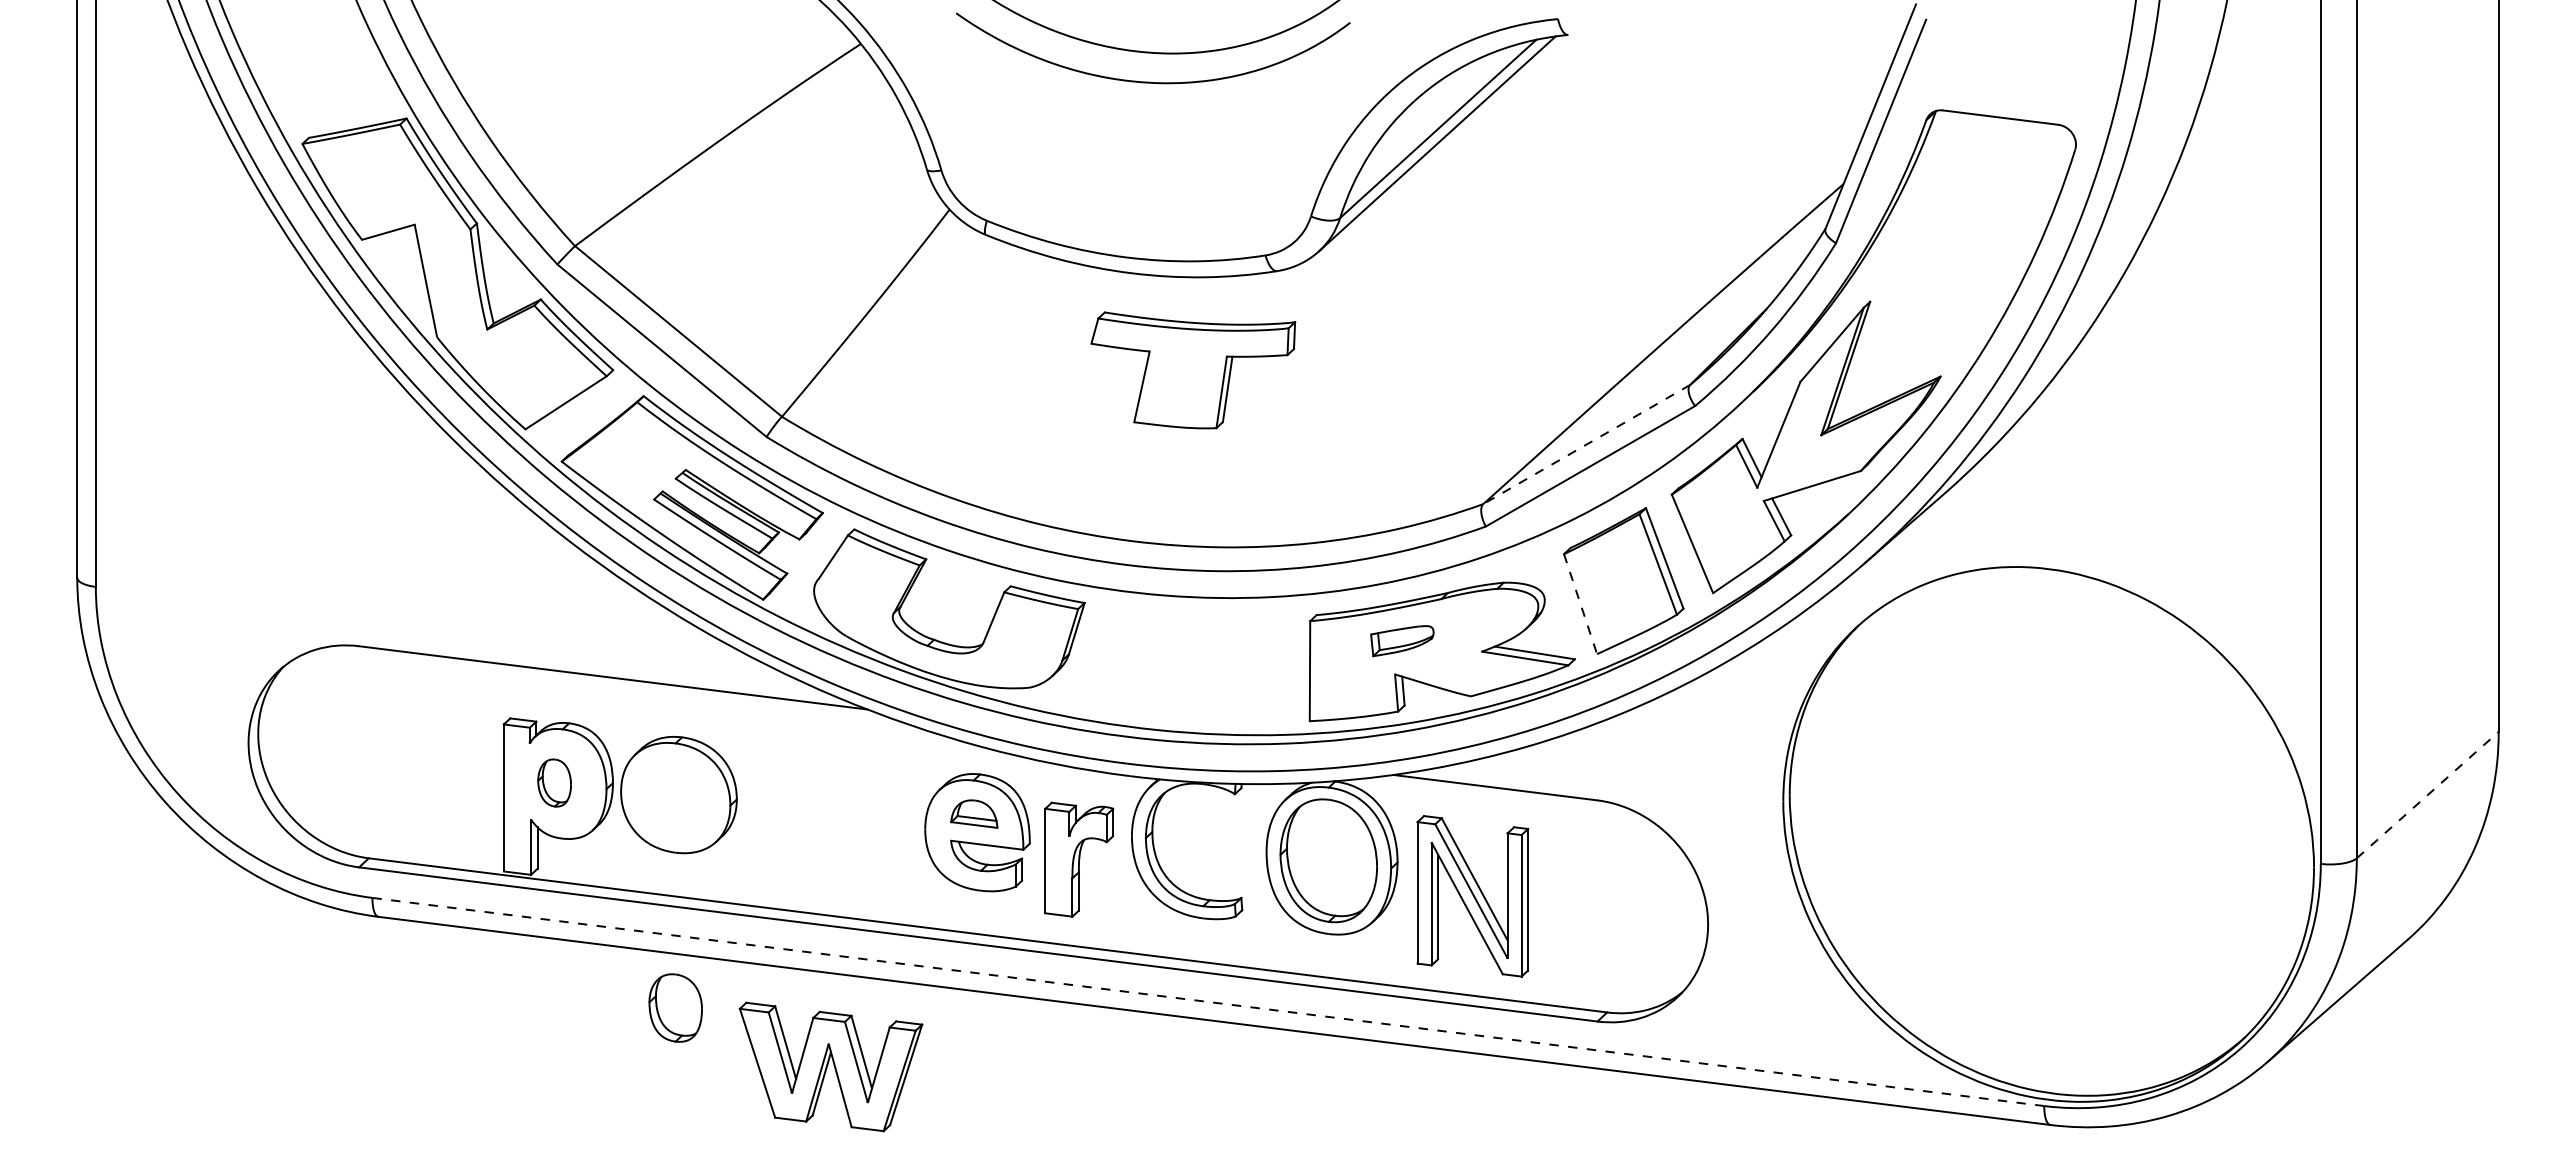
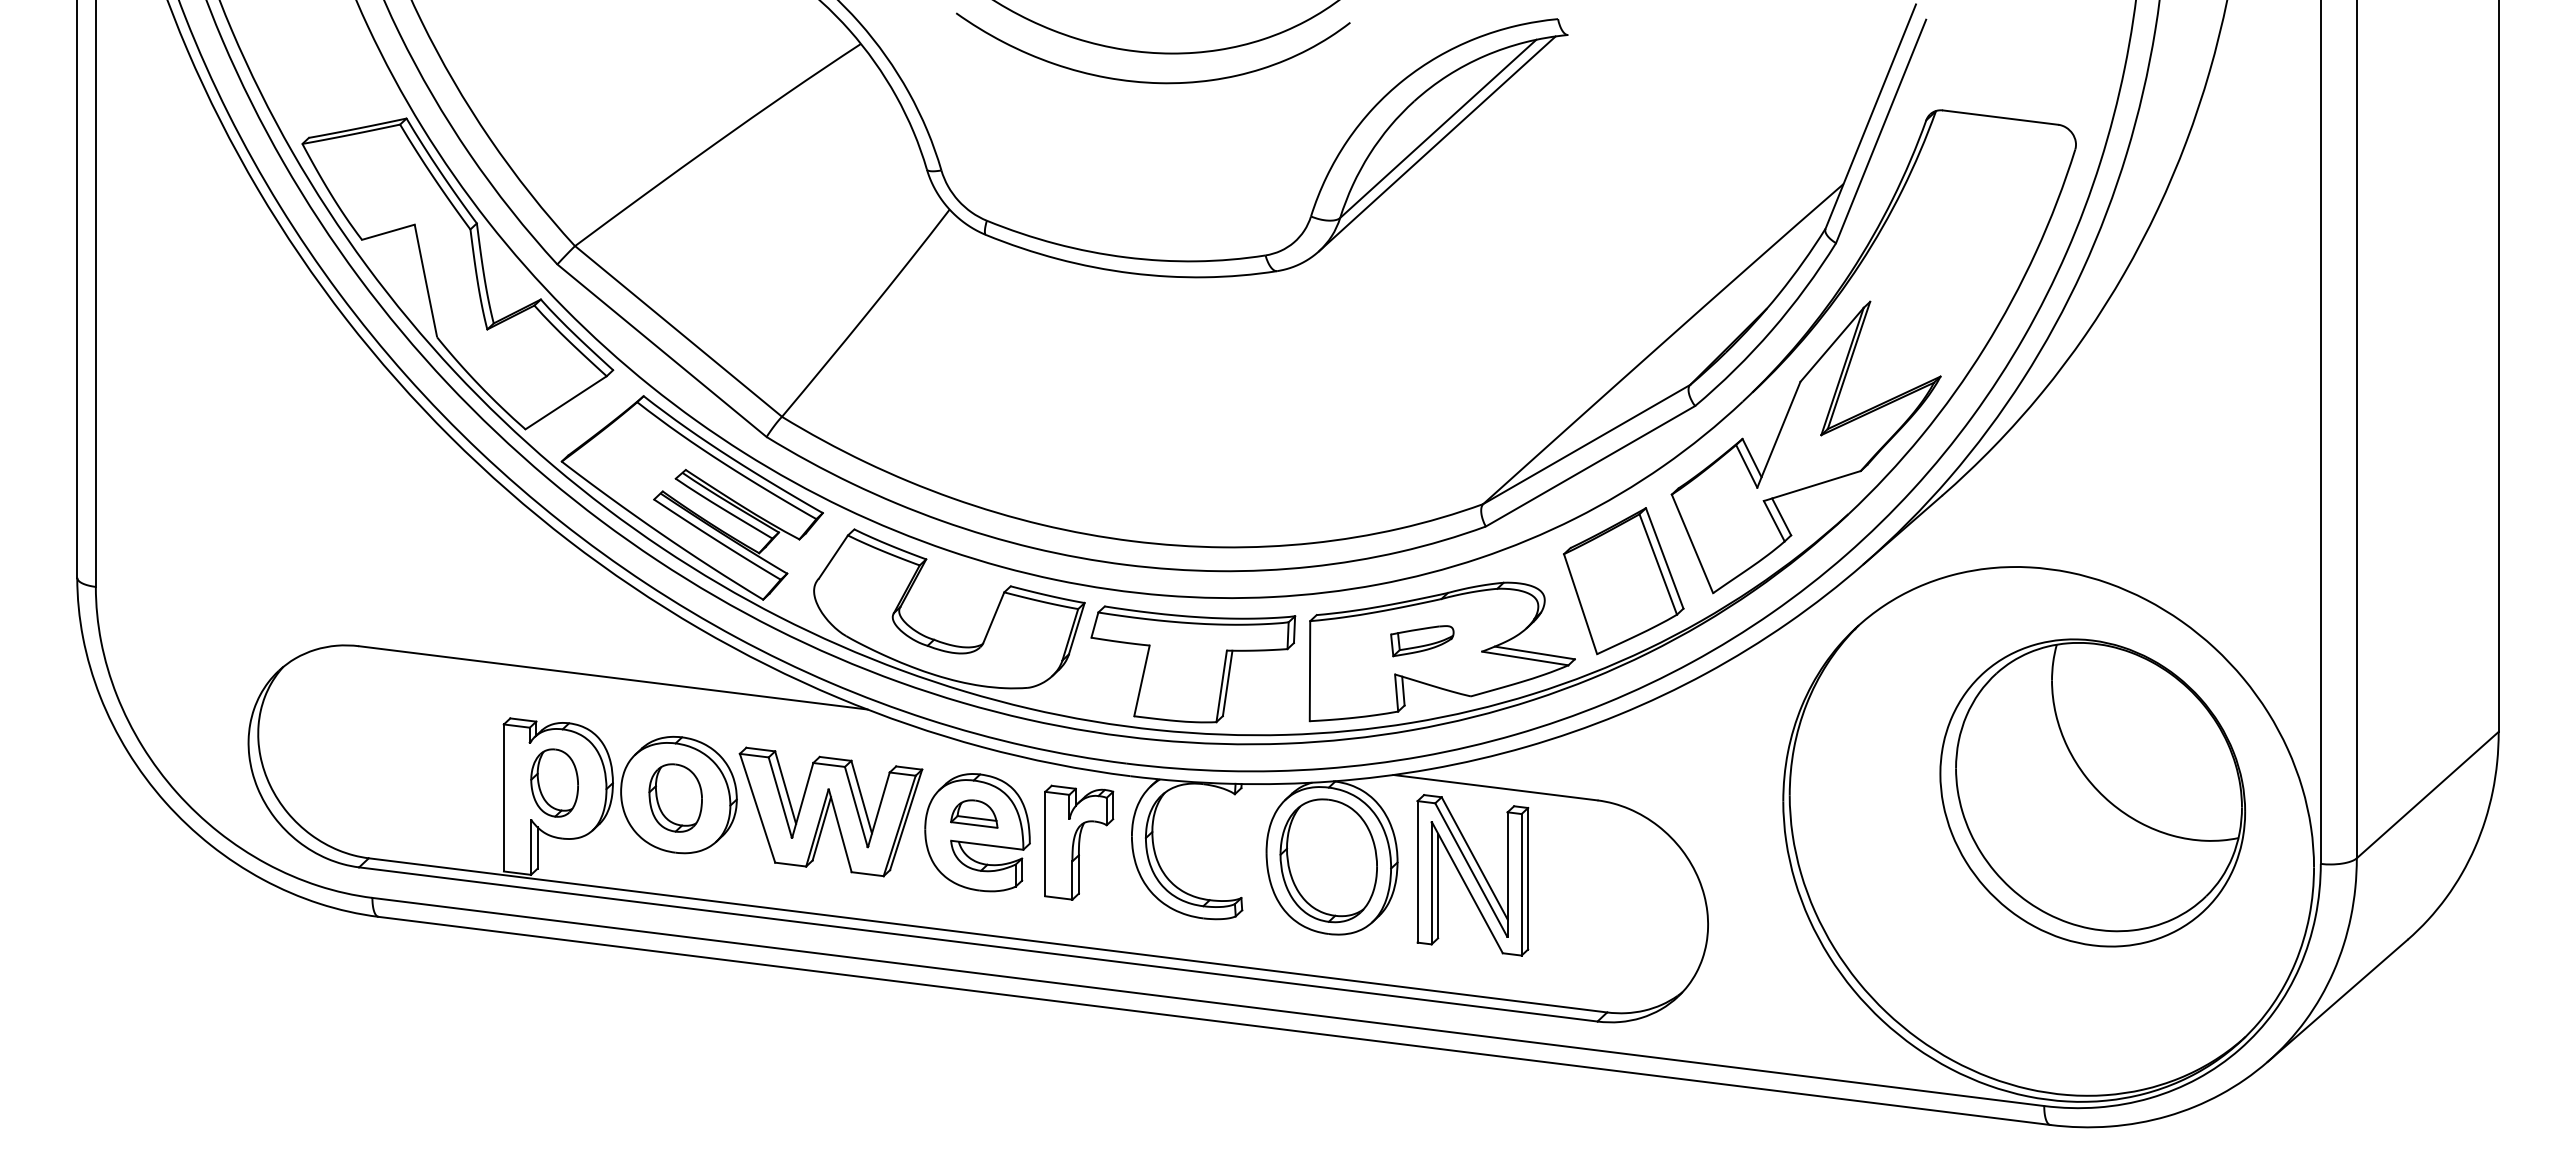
part at (1193, 370) position: (1193, 370) -> (1193, 664)
line at (1586, 444): dashed -> solid
line at (1580, 604): dashed -> solid
part at (1402, 641) position: (1402, 641) -> (1422, 641)
part at (554, 782) size: 35x50 px -> 49x70 px
part at (2092, 792): none -> present
line at (2428, 794): dashed -> solid
part at (1079, 859) position: (1079, 859) -> (1079, 842)
part at (1472, 896) position: (1472, 896) -> (1472, 875)
line at (1208, 1002): dashed -> solid
part at (675, 1007) position: (675, 1007) -> (675, 797)
part at (830, 1066) position: (830, 1066) -> (830, 811)
